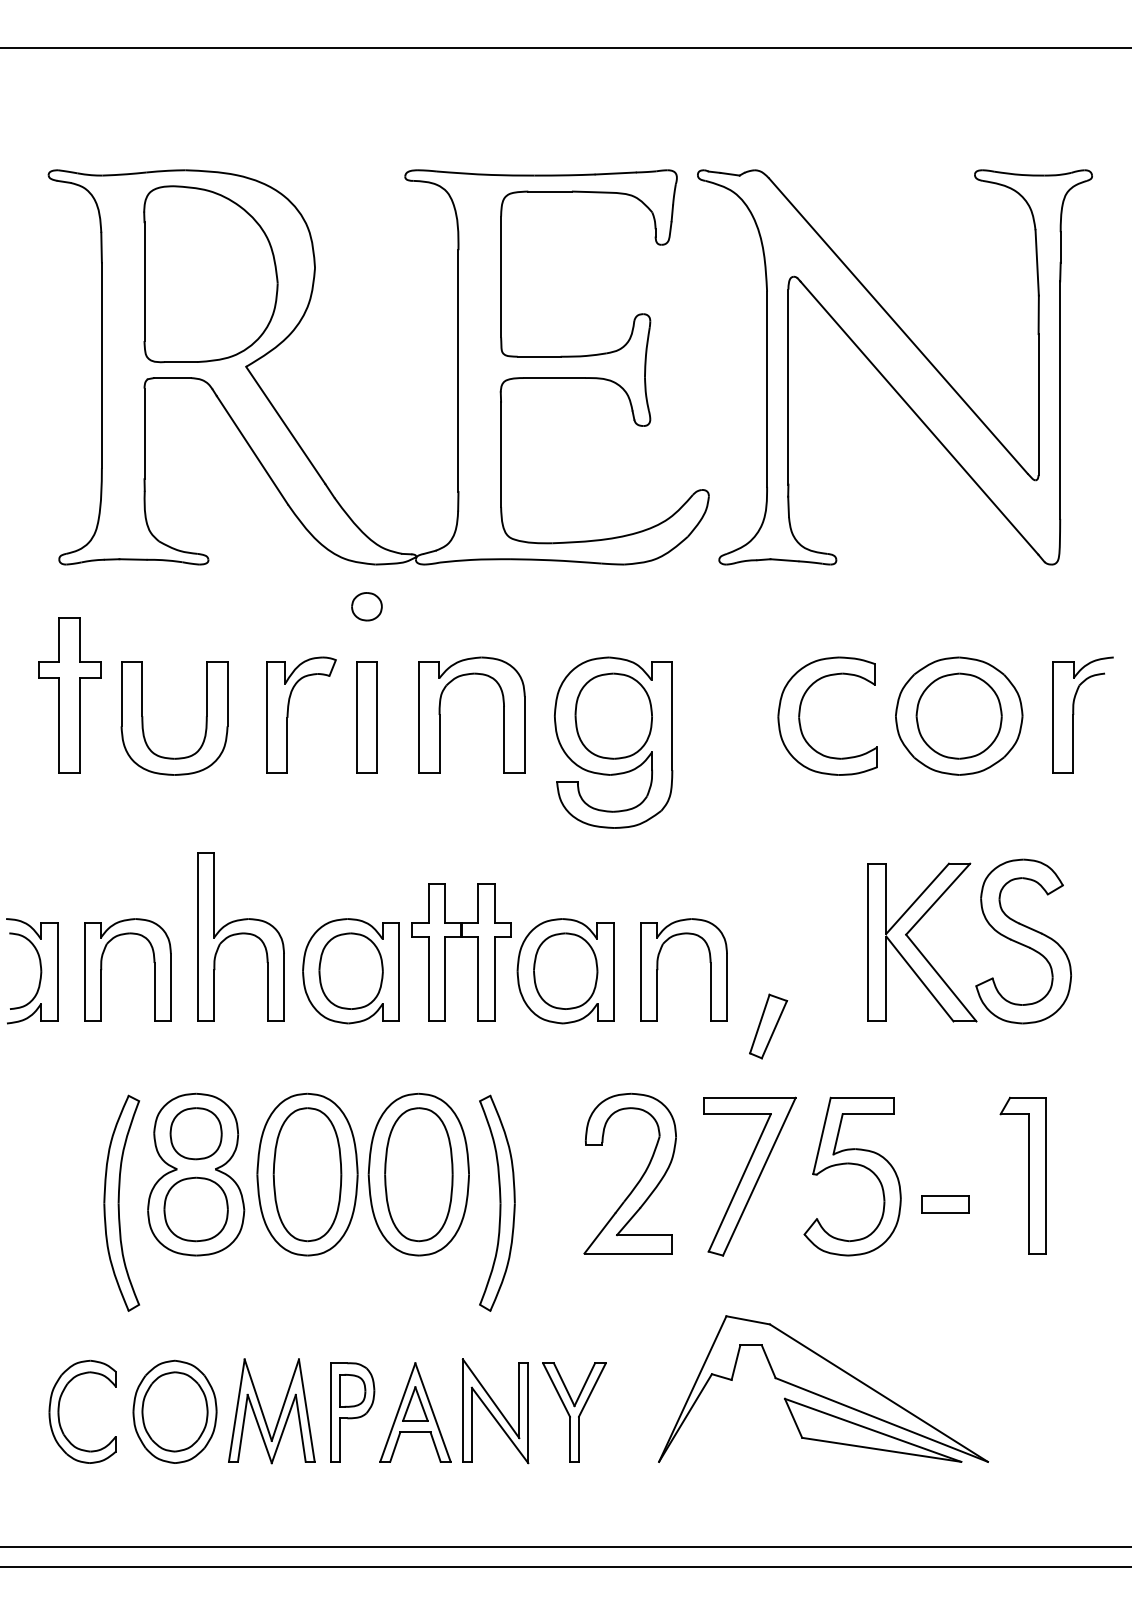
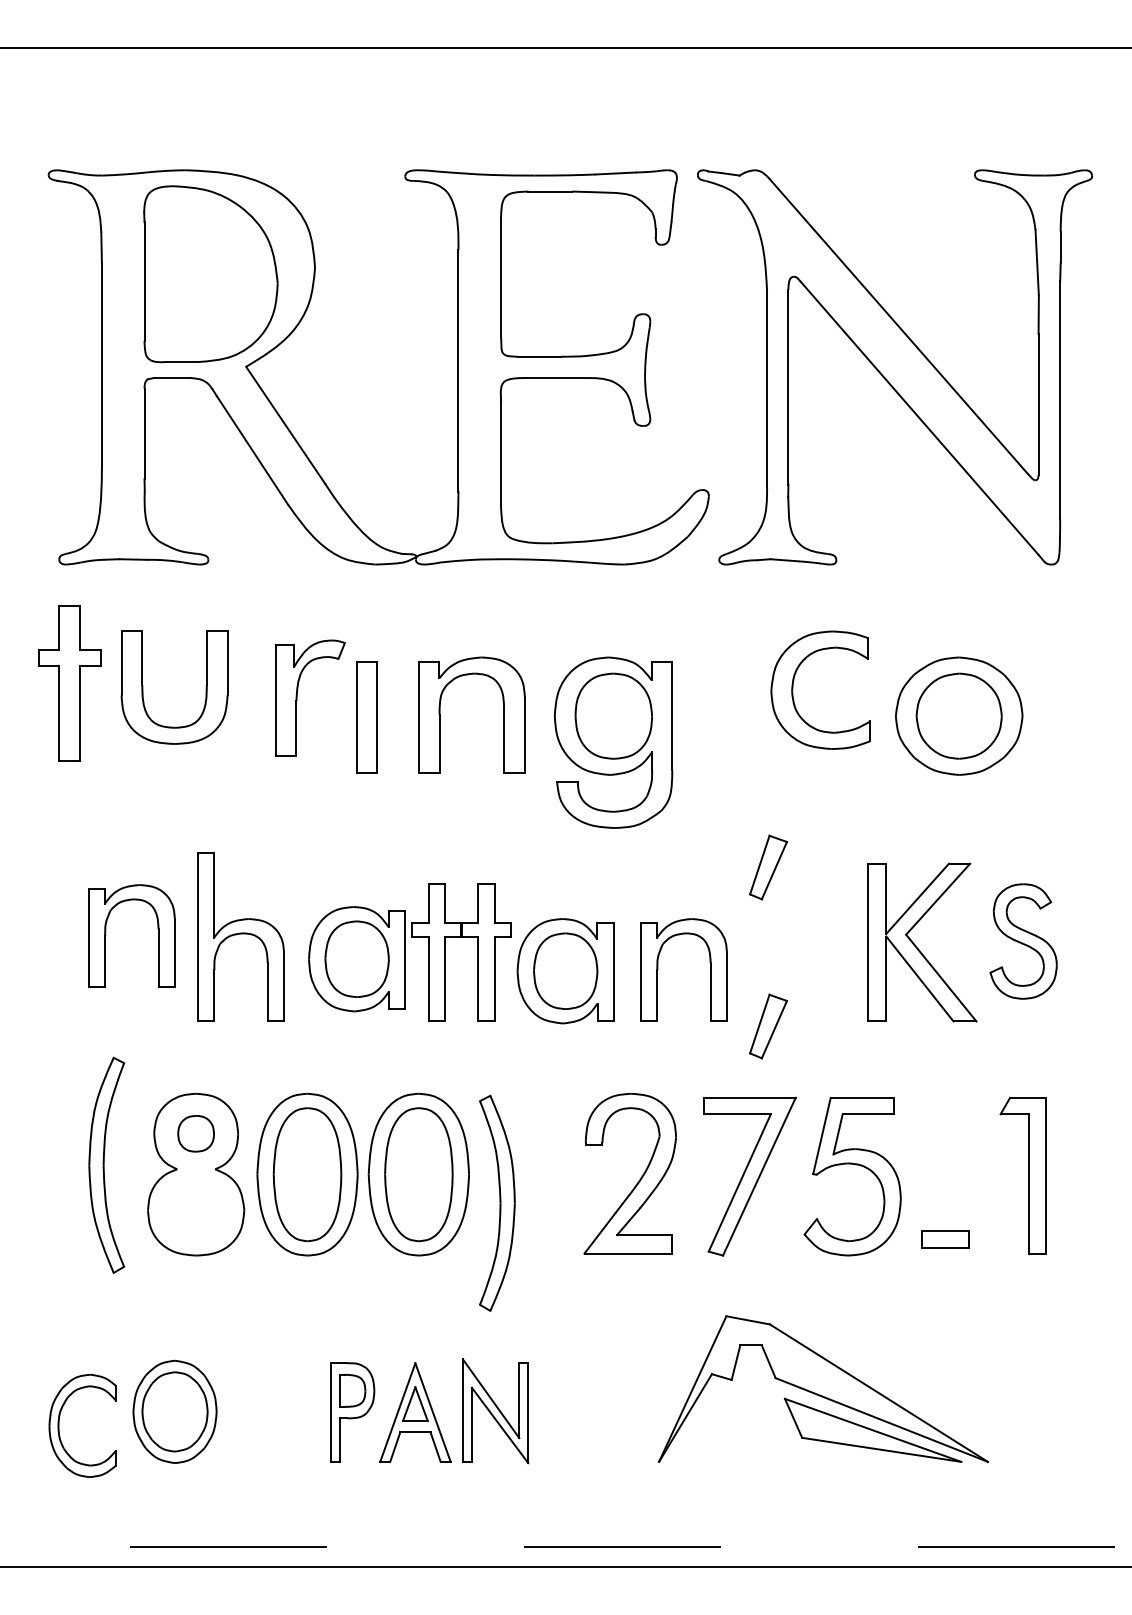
part at (366, 606): present -> none
part at (69, 695) position: (69, 695) -> (69, 683)
part at (288, 714) position: (288, 714) -> (297, 697)
part at (1074, 714): present -> none
part at (800, 715) position: (800, 715) -> (793, 689)
part at (143, 718) position: (143, 718) -> (143, 687)
part at (768, 867): none -> present
part at (1023, 941) size: 97x167 px -> 69x117 px
part at (102, 969) position: (102, 969) -> (106, 935)
part at (40, 971): present -> none
part at (350, 971) position: (350, 971) -> (356, 959)
part at (195, 1133) size: 54x54 px -> 38x38 px
part at (121, 1202) position: (121, 1202) -> (106, 1164)
part at (945, 1204) position: (945, 1204) -> (945, 1239)
part at (195, 1209): present -> none
part at (59, 1411) position: (59, 1411) -> (59, 1425)
part at (263, 1412): present -> none
part at (574, 1412): present -> none
line at (565, 1546): solid -> dashed
